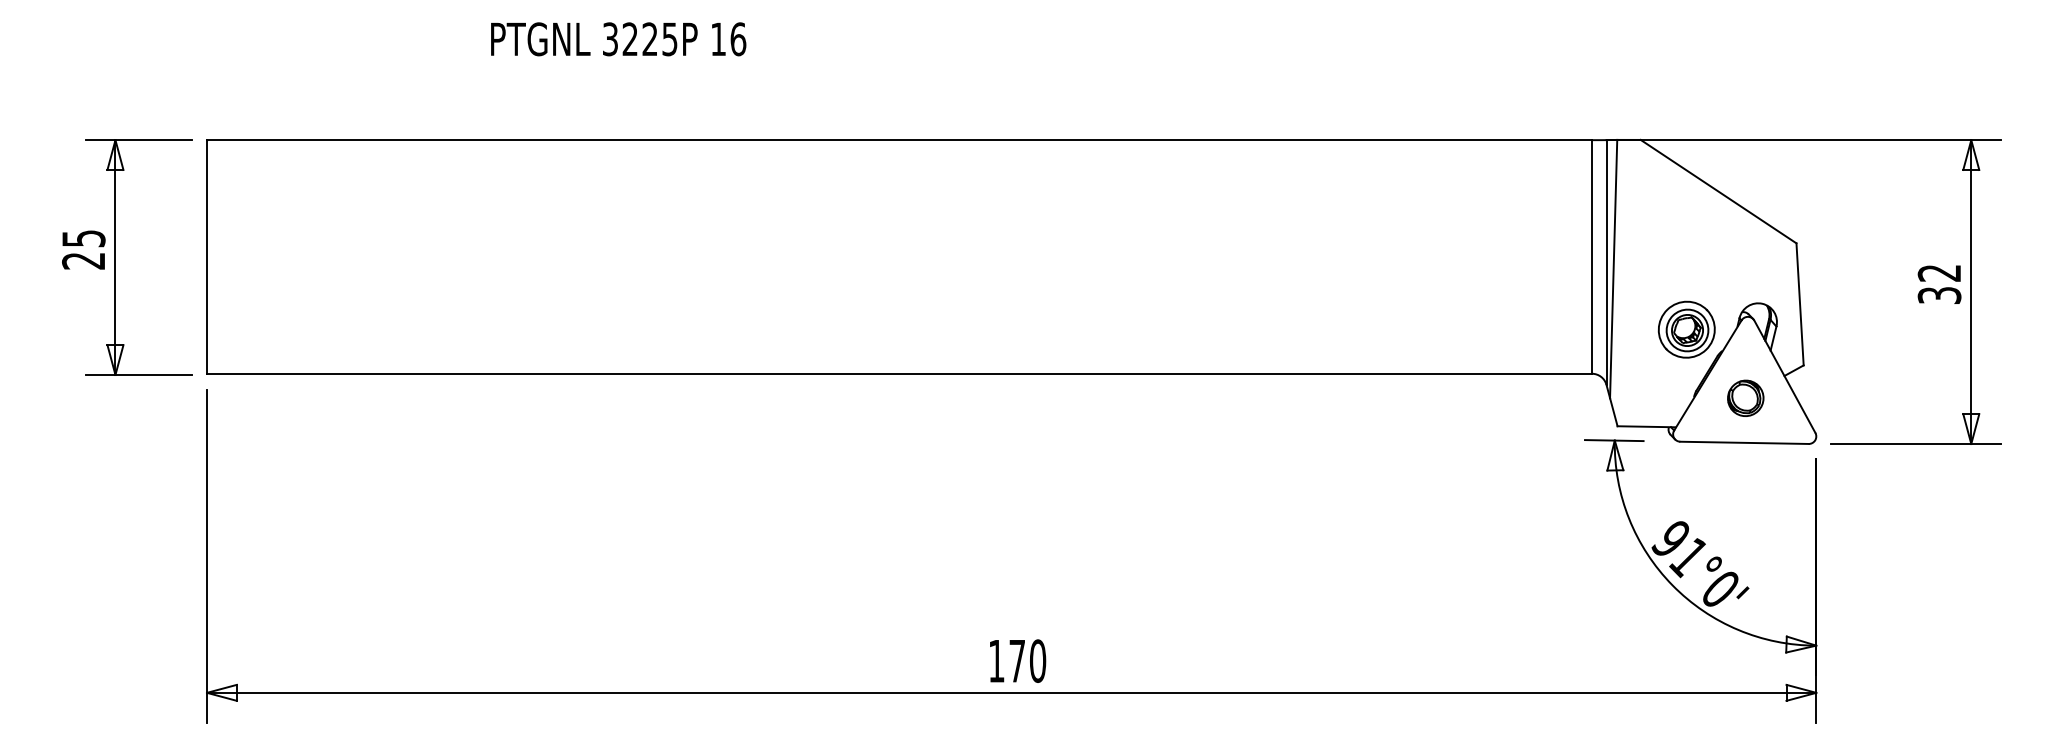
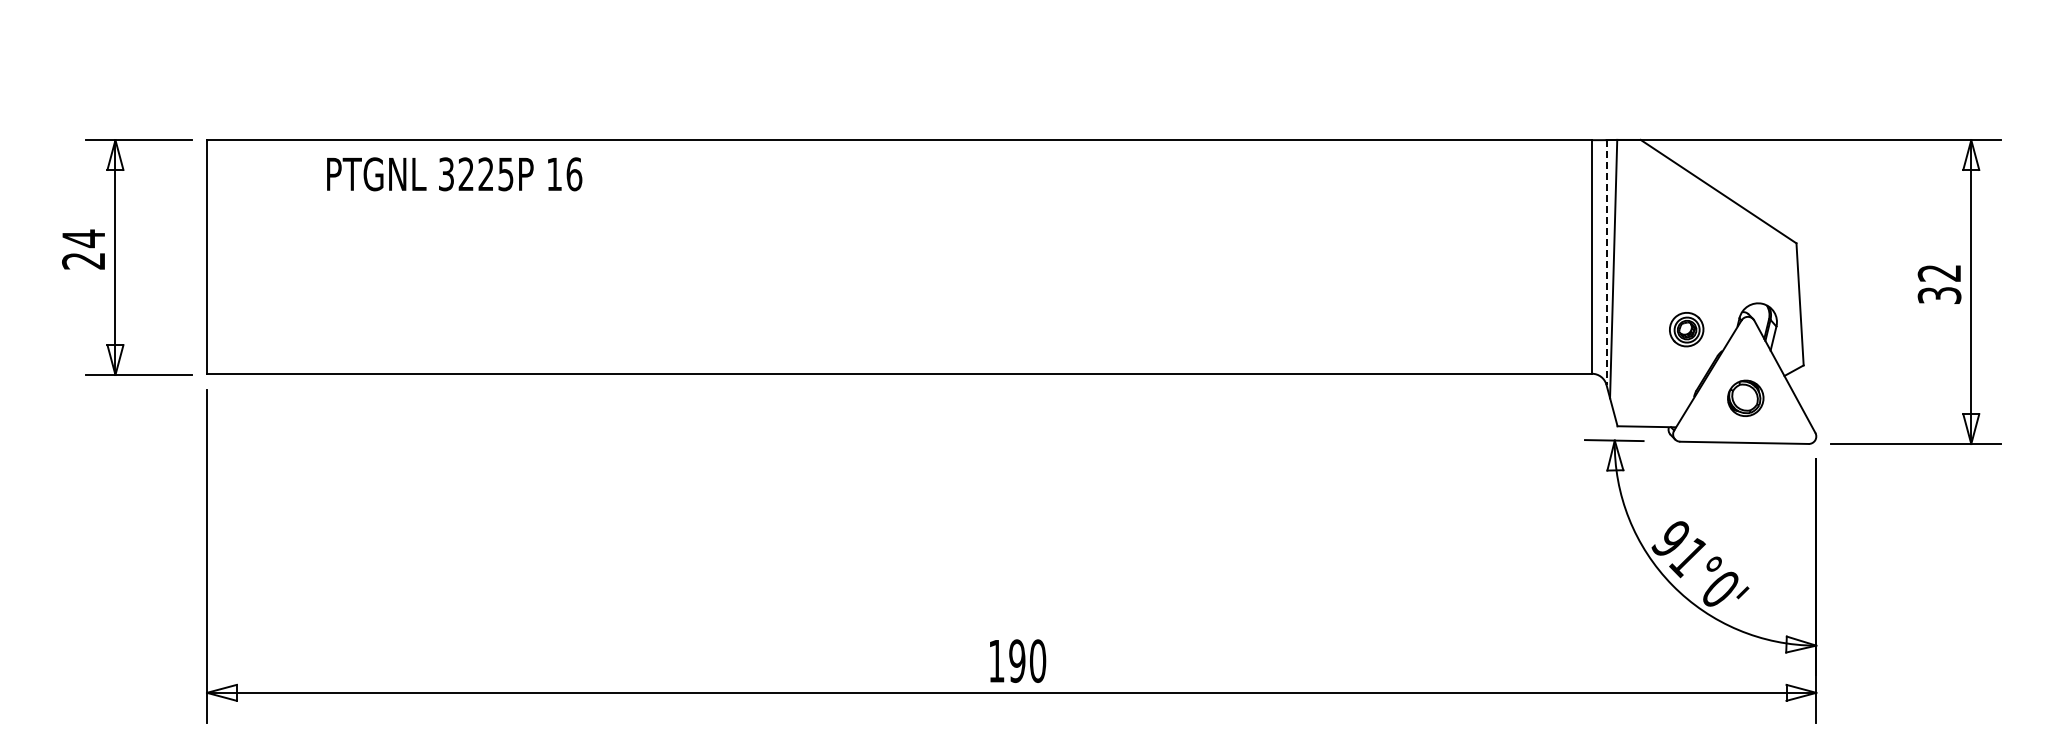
text at (618, 39) position: (618, 39) -> (454, 174)
text at (83, 238): 25 -> 24
line at (1606, 263): solid -> dashed
part at (1686, 329) size: 59x59 px -> 36x36 px
text at (1017, 660): 170 -> 190
